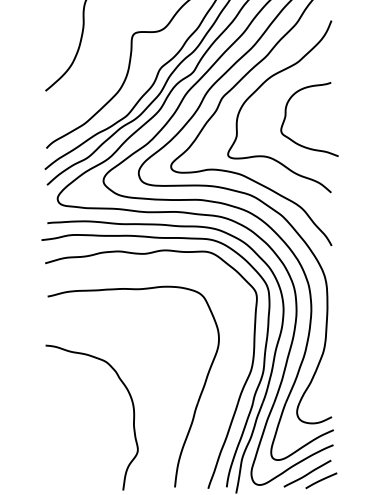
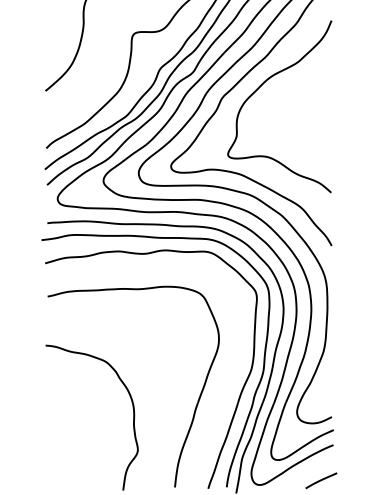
curve at (286, 116): present -> none
line at (307, 473): present -> none
